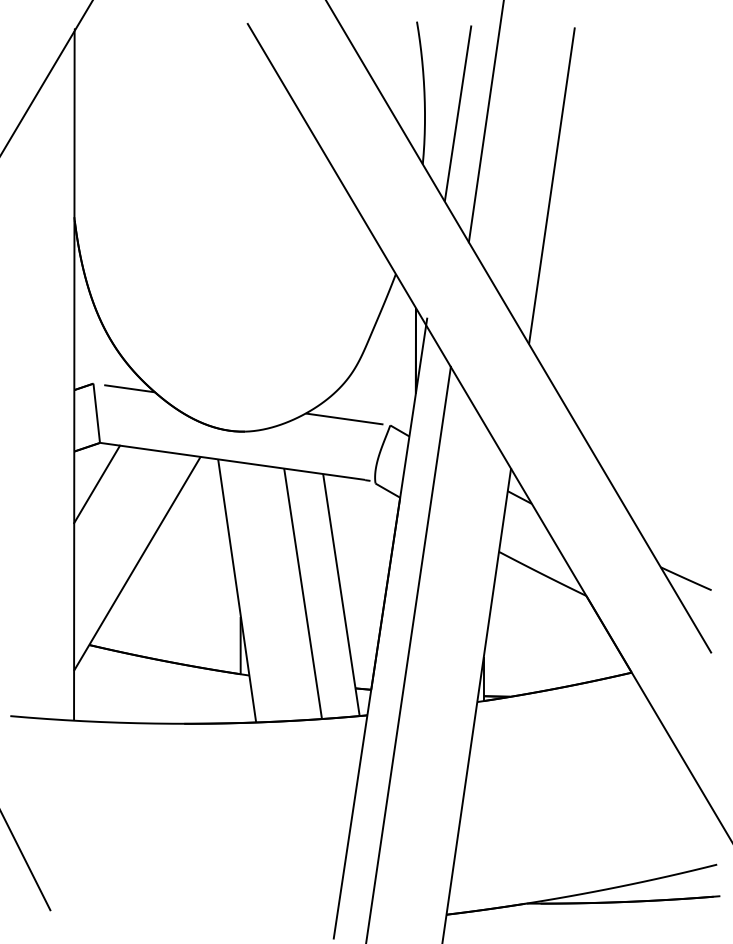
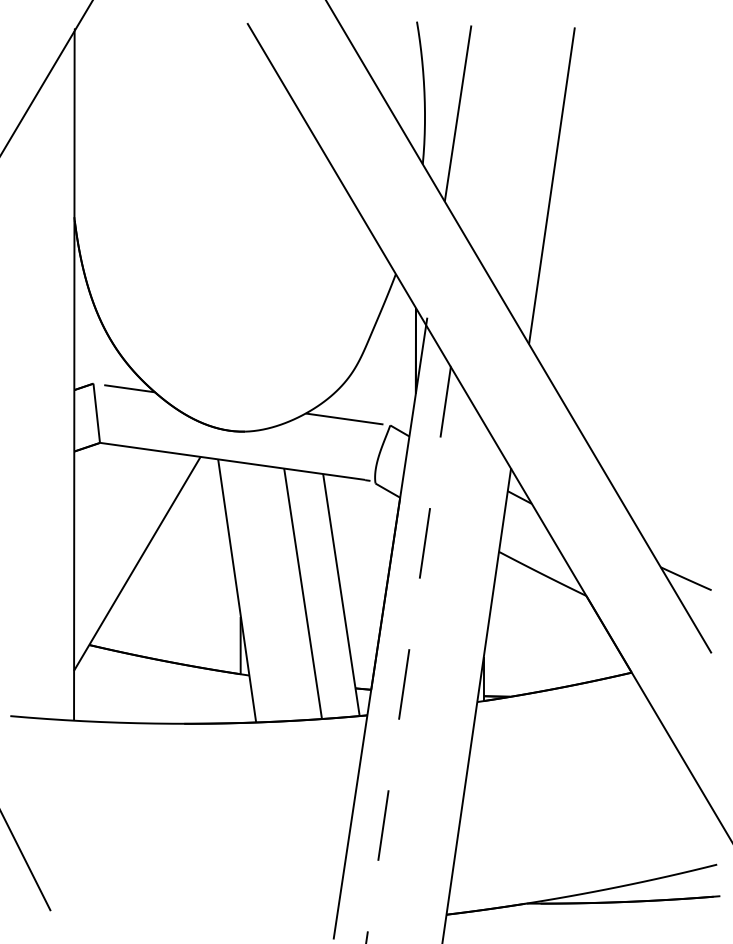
line at (485, 122): present -> none
line at (97, 484): present -> none
line at (408, 654): solid -> dashed
